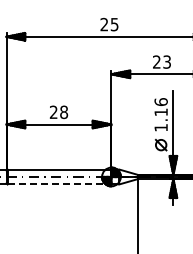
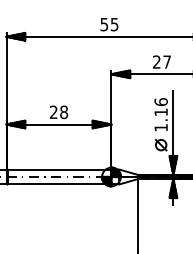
text at (104, 24): 25 -> 55
text at (166, 61): 23 -> 27
line at (59, 184): dashed -> solid
